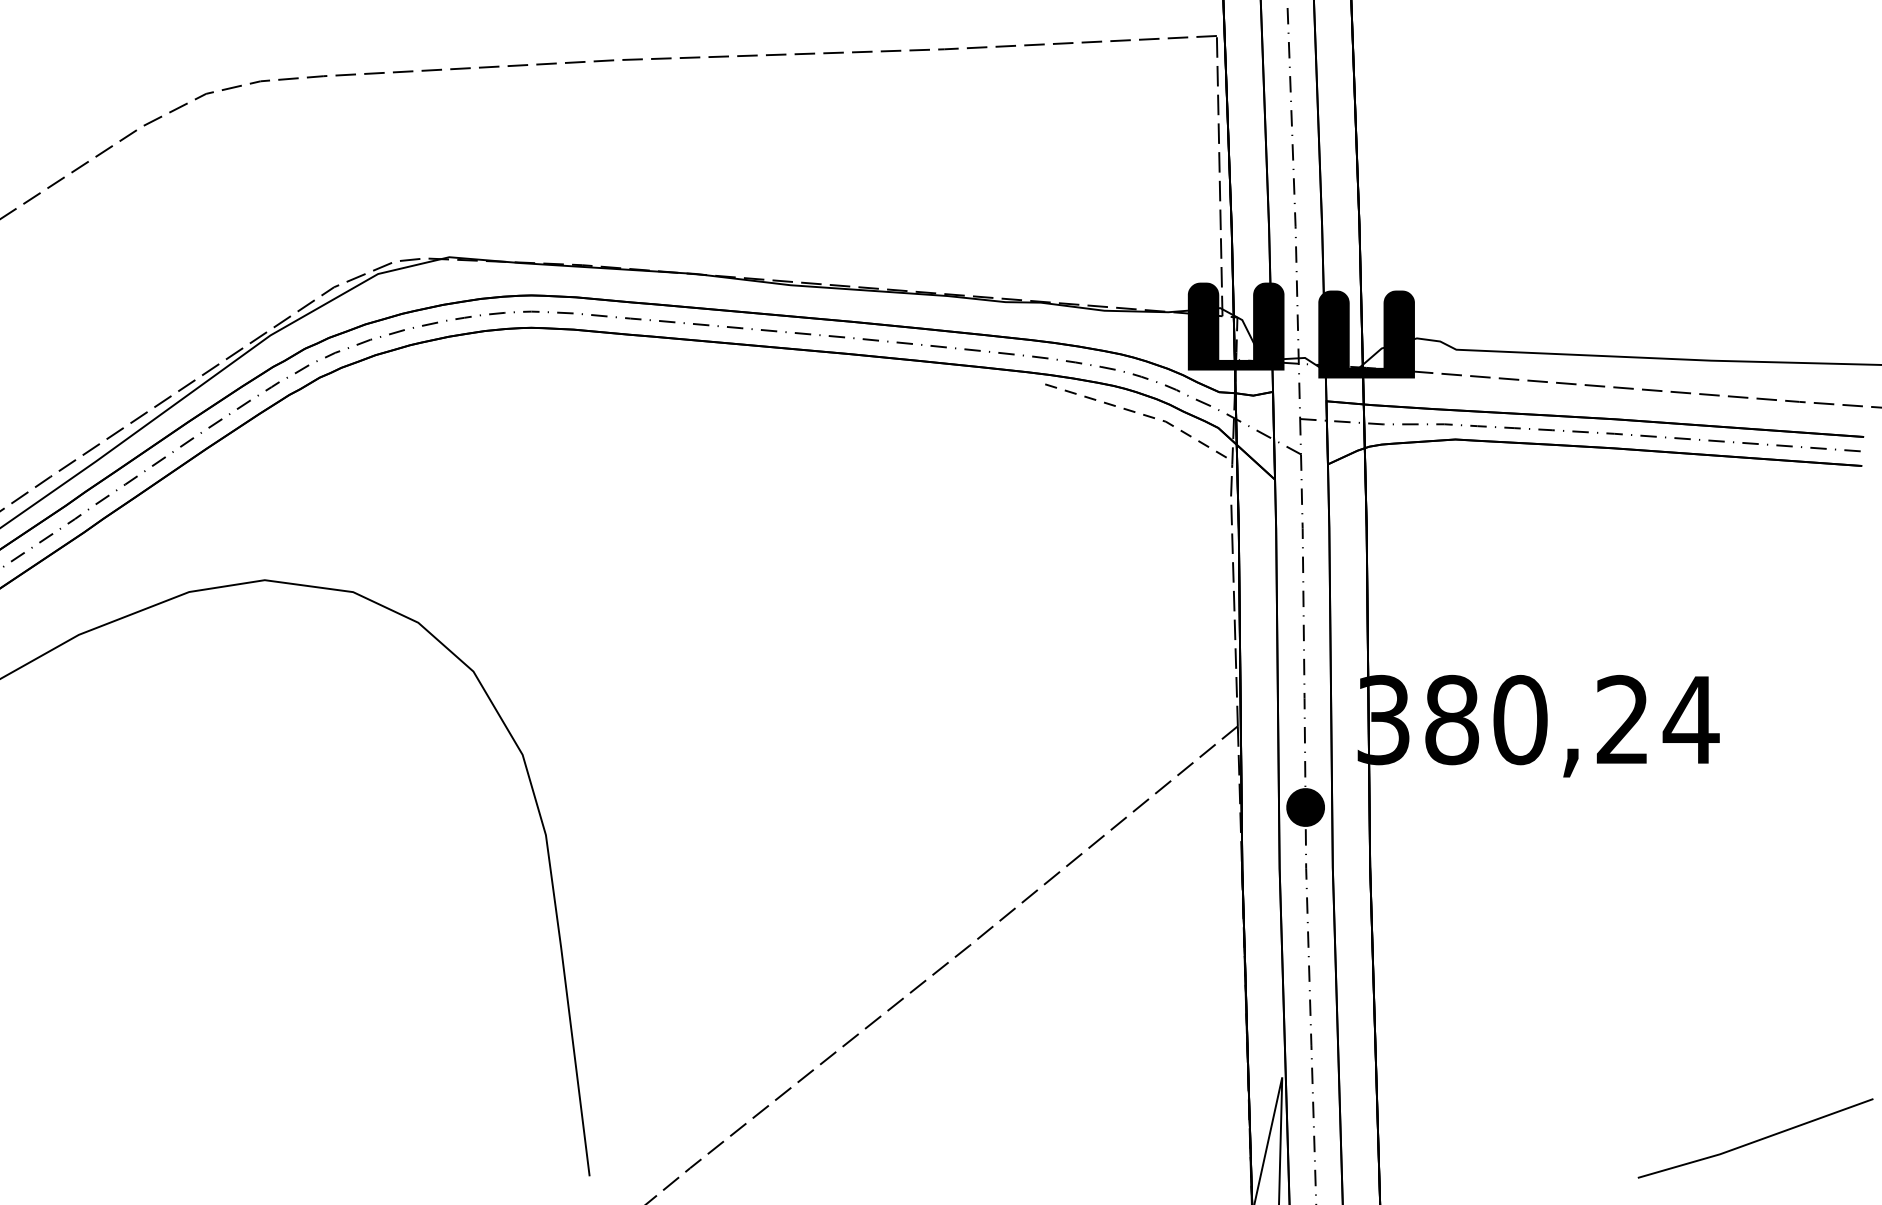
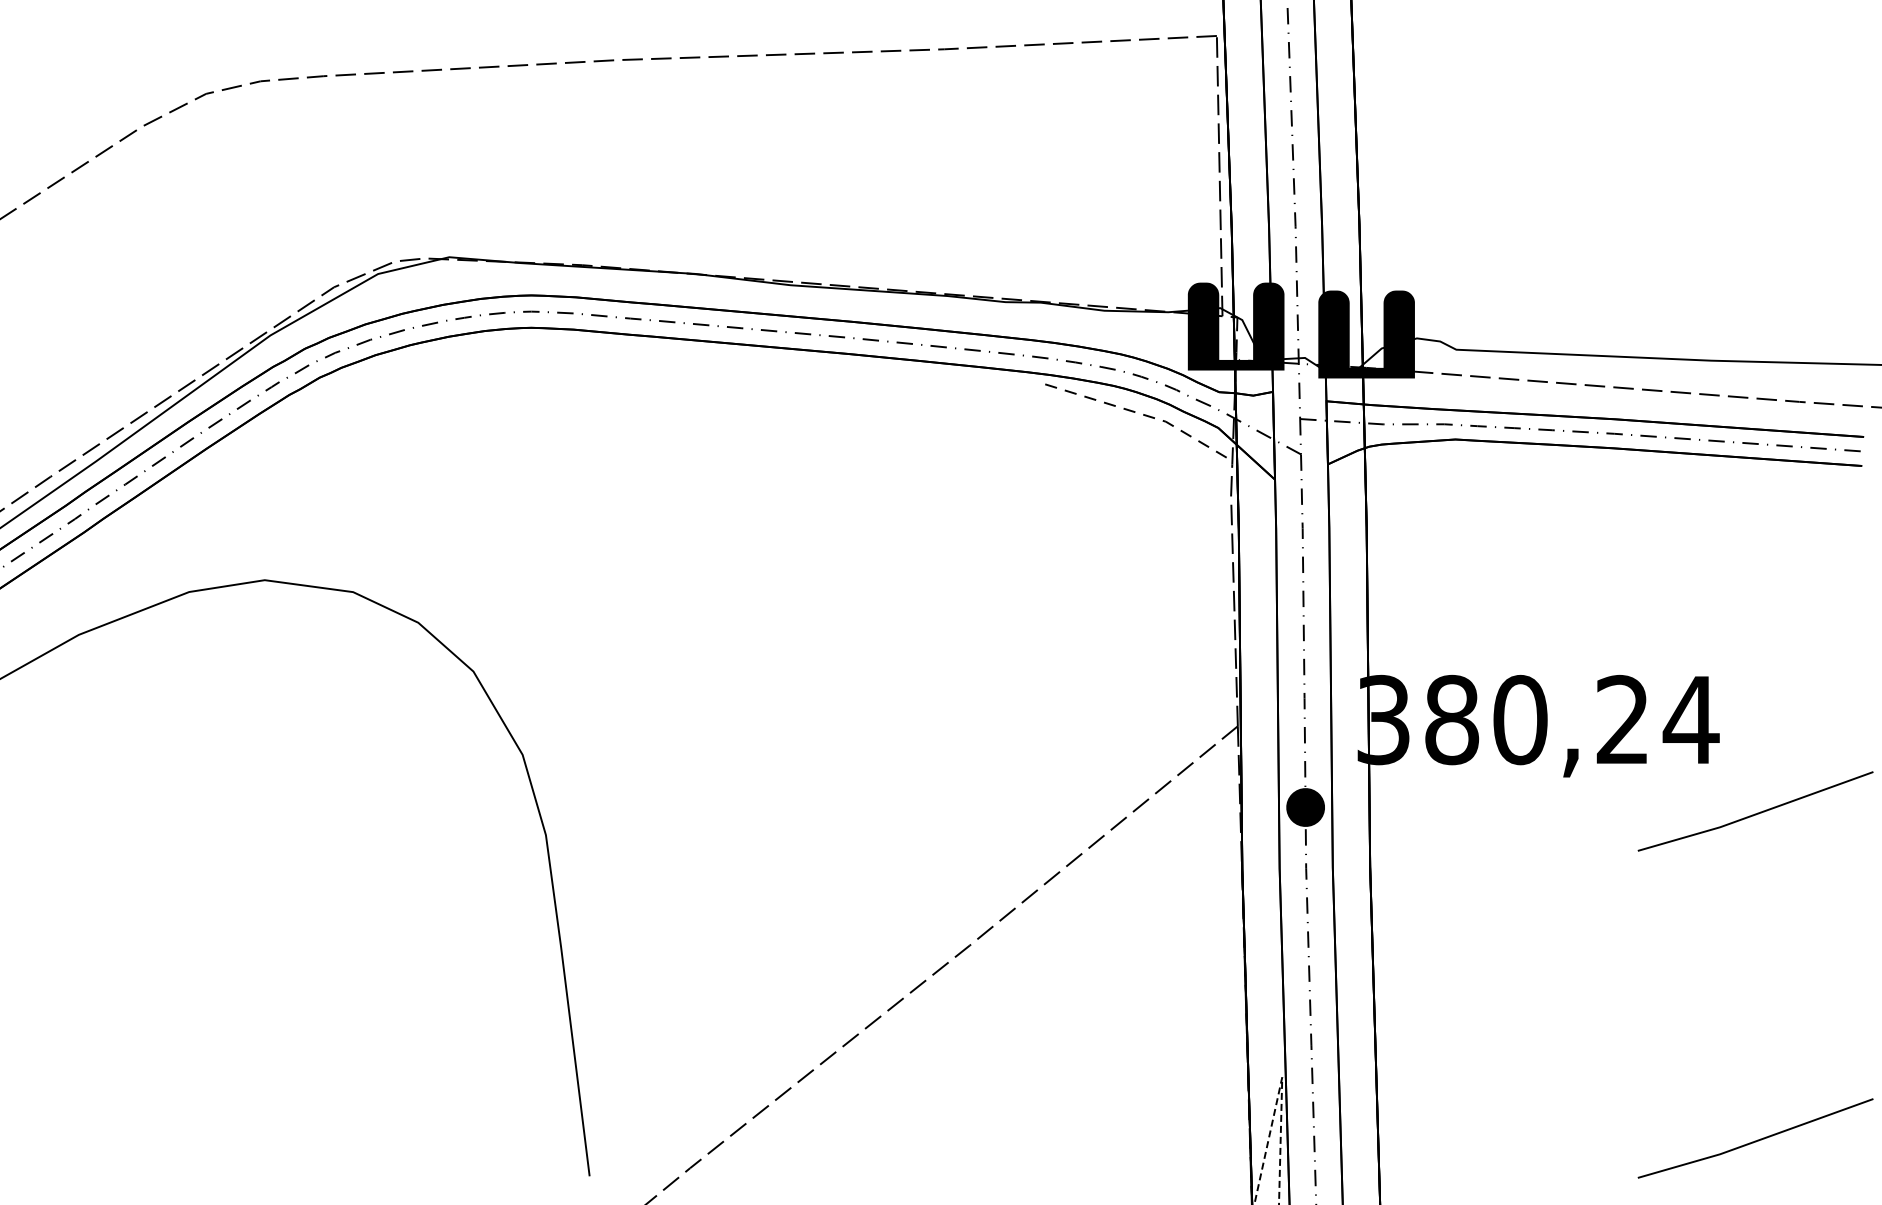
line at (1755, 813): none -> present
line at (1282, 1078): solid -> dashed
